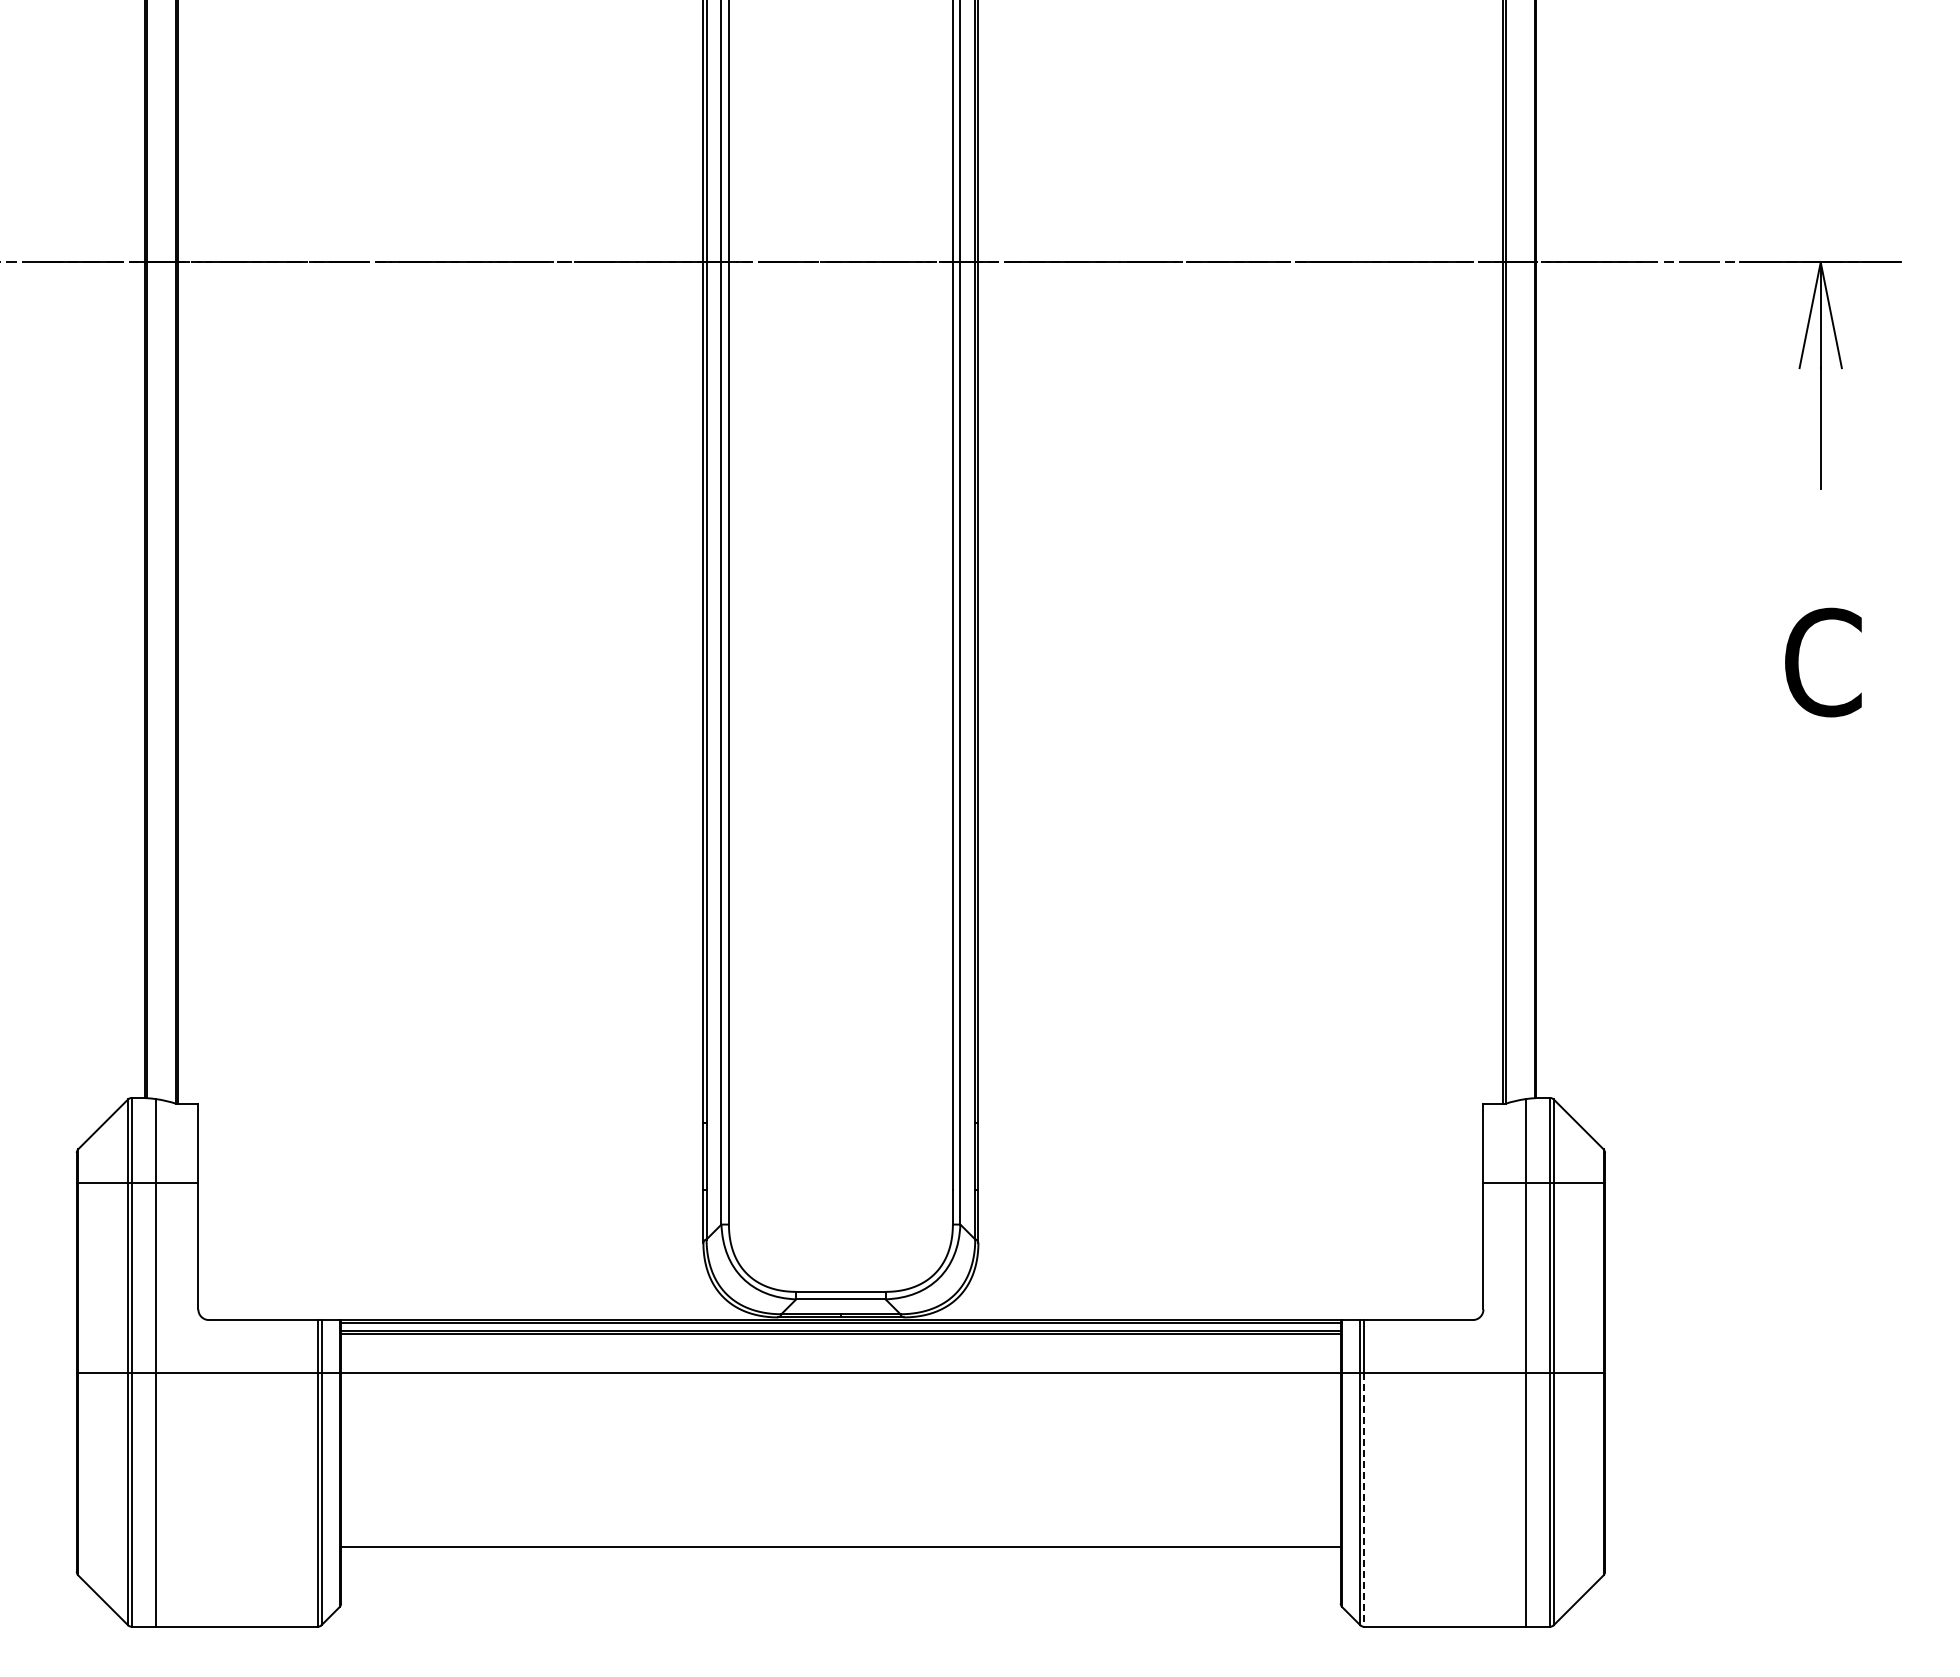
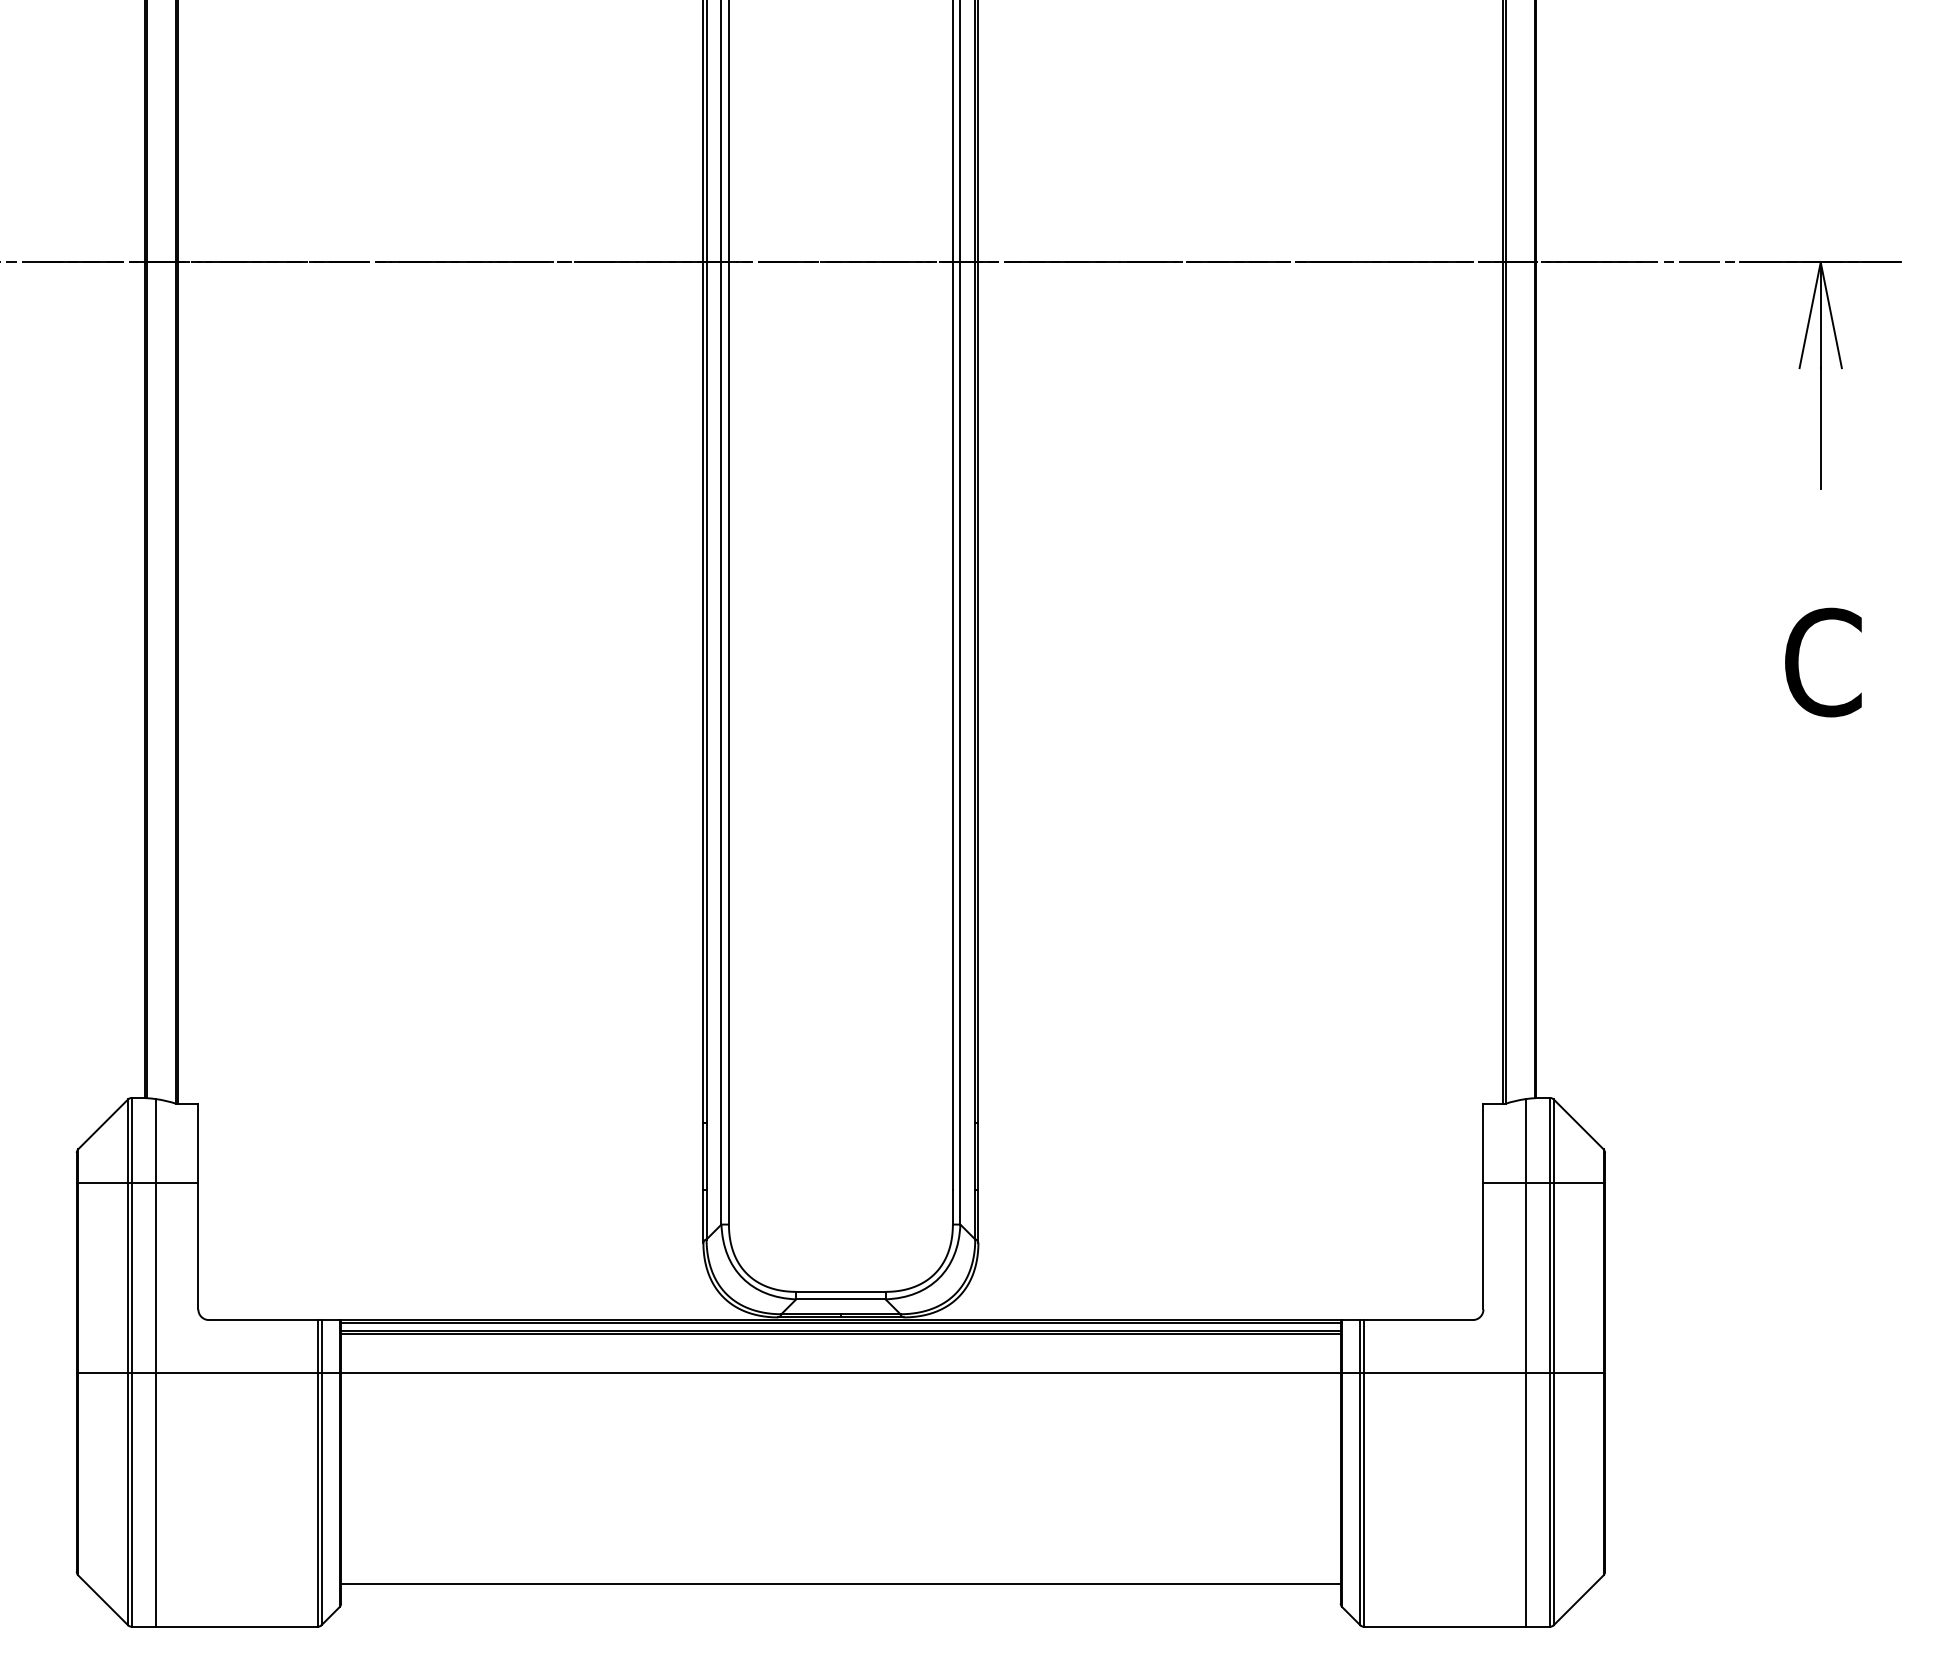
line at (1364, 1499): dashed -> solid
line at (840, 1547) position: (840, 1547) -> (840, 1584)
